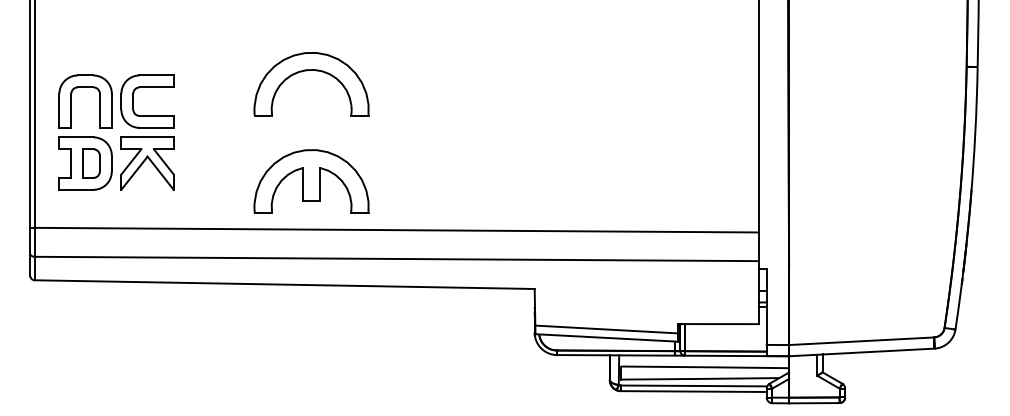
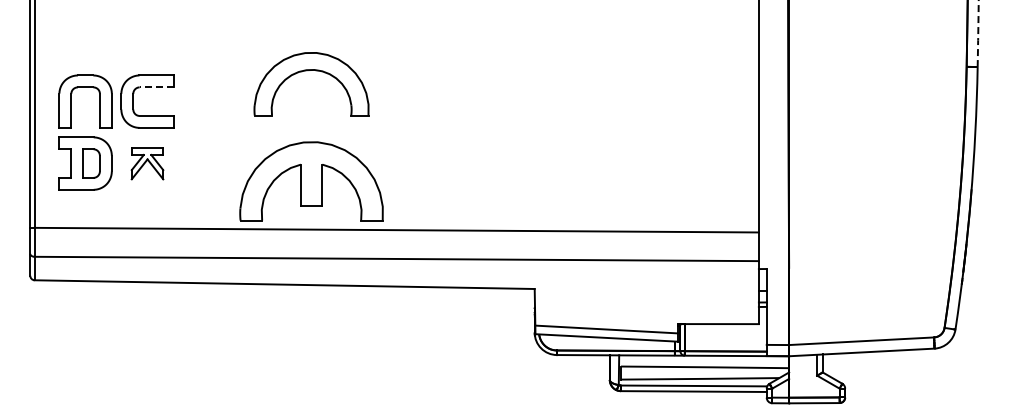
arc at (978, 33): solid -> dashed
line at (156, 87): solid -> dashed
part at (147, 163) size: 55x55 px -> 35x34 px
part at (311, 181) size: 117x65 px -> 145x81 px
